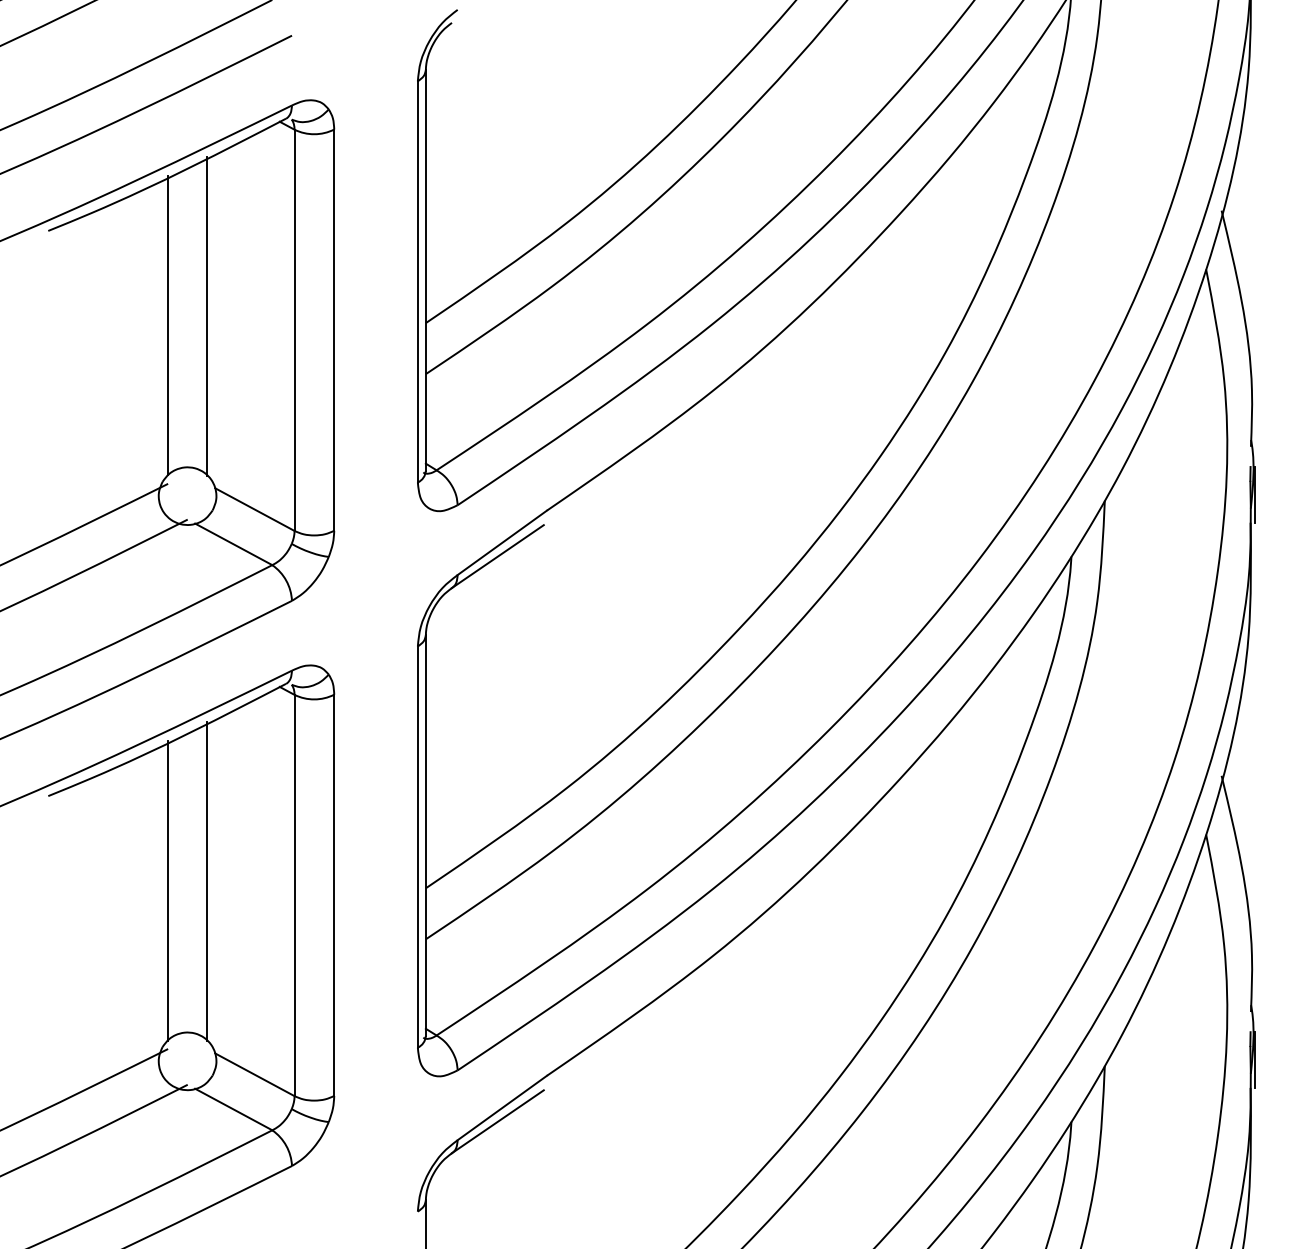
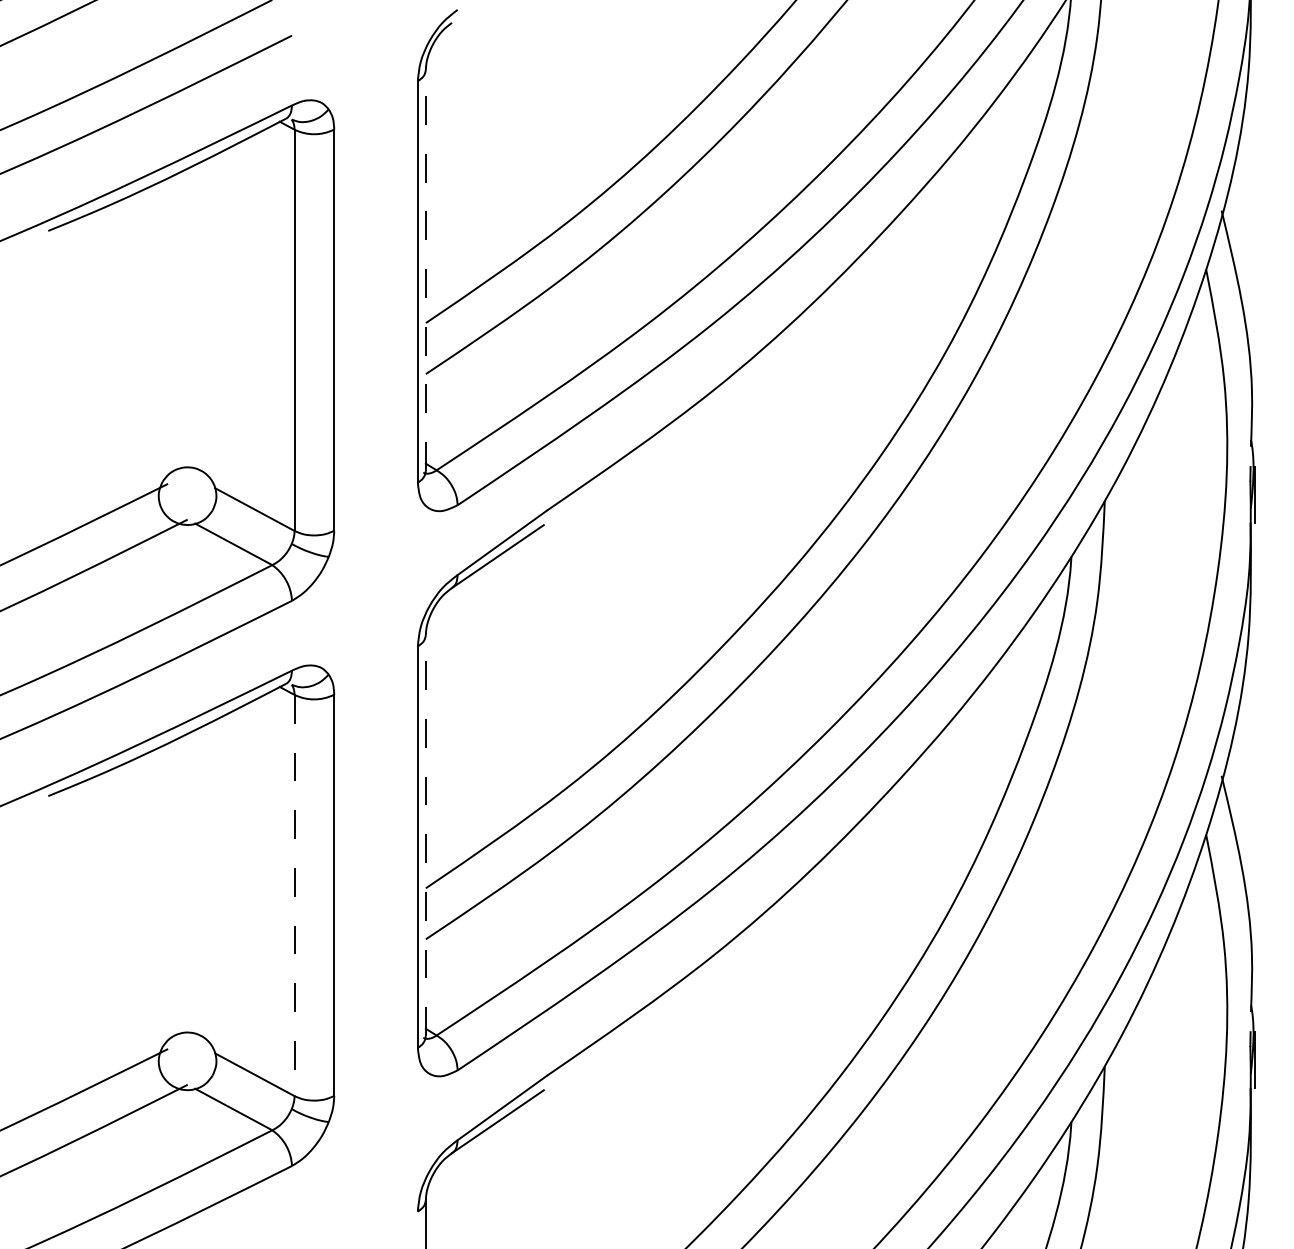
line at (425, 270): solid -> dashed
line at (207, 315): present -> none
line at (168, 325): present -> none
line at (425, 835): solid -> dashed
line at (207, 881): present -> none
line at (168, 890): present -> none
line at (294, 895): solid -> dashed
